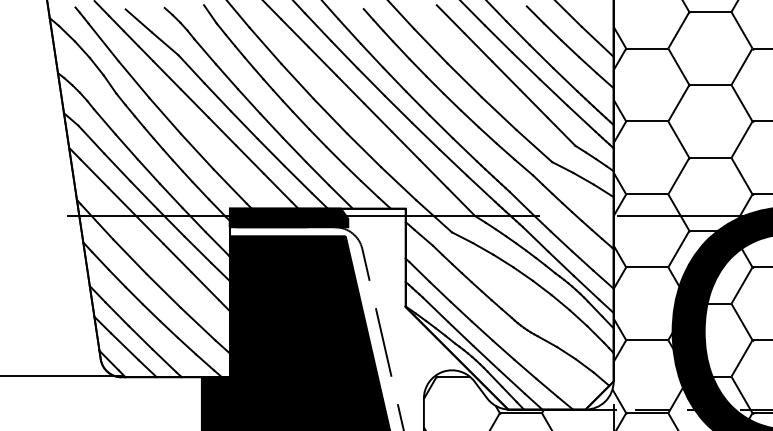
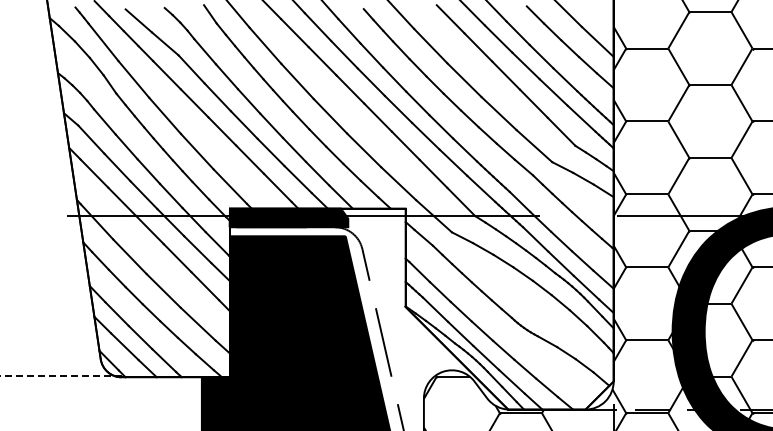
line at (60, 375): solid -> dashed
